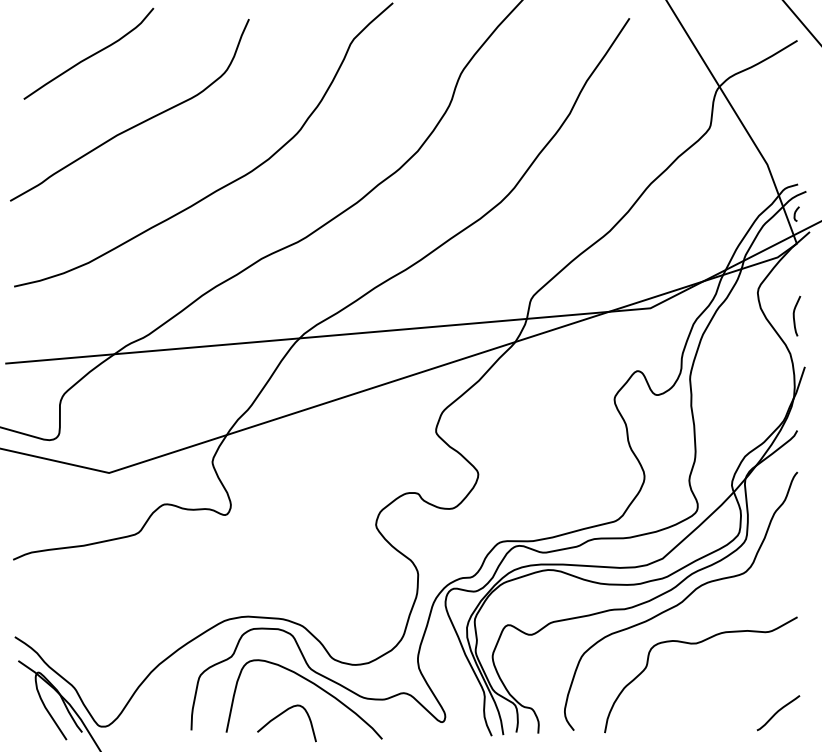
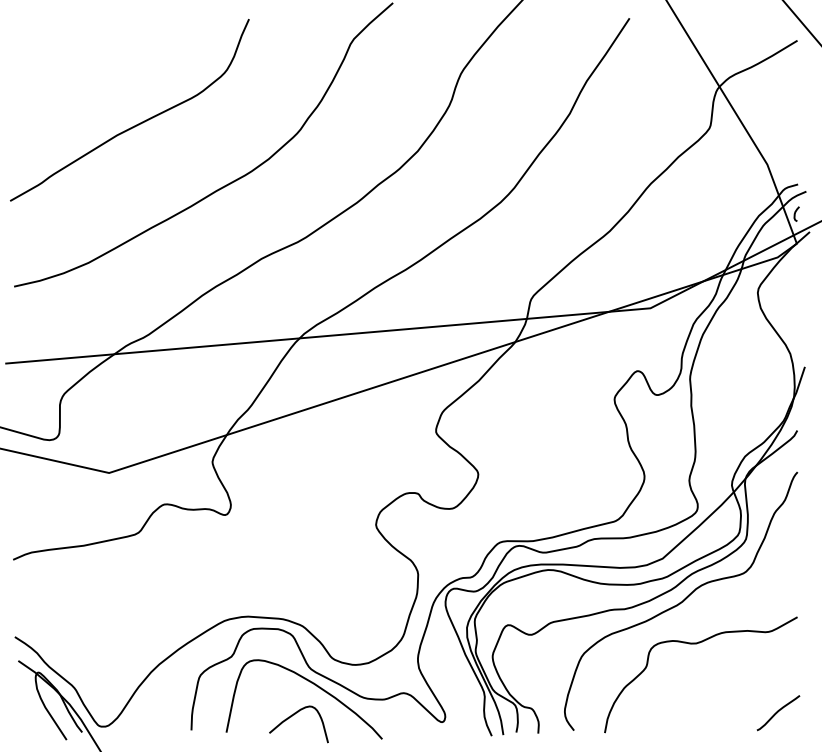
curve at (90, 55): present -> none
curve at (794, 315): present -> none
curve at (282, 714) position: (282, 714) -> (294, 715)
